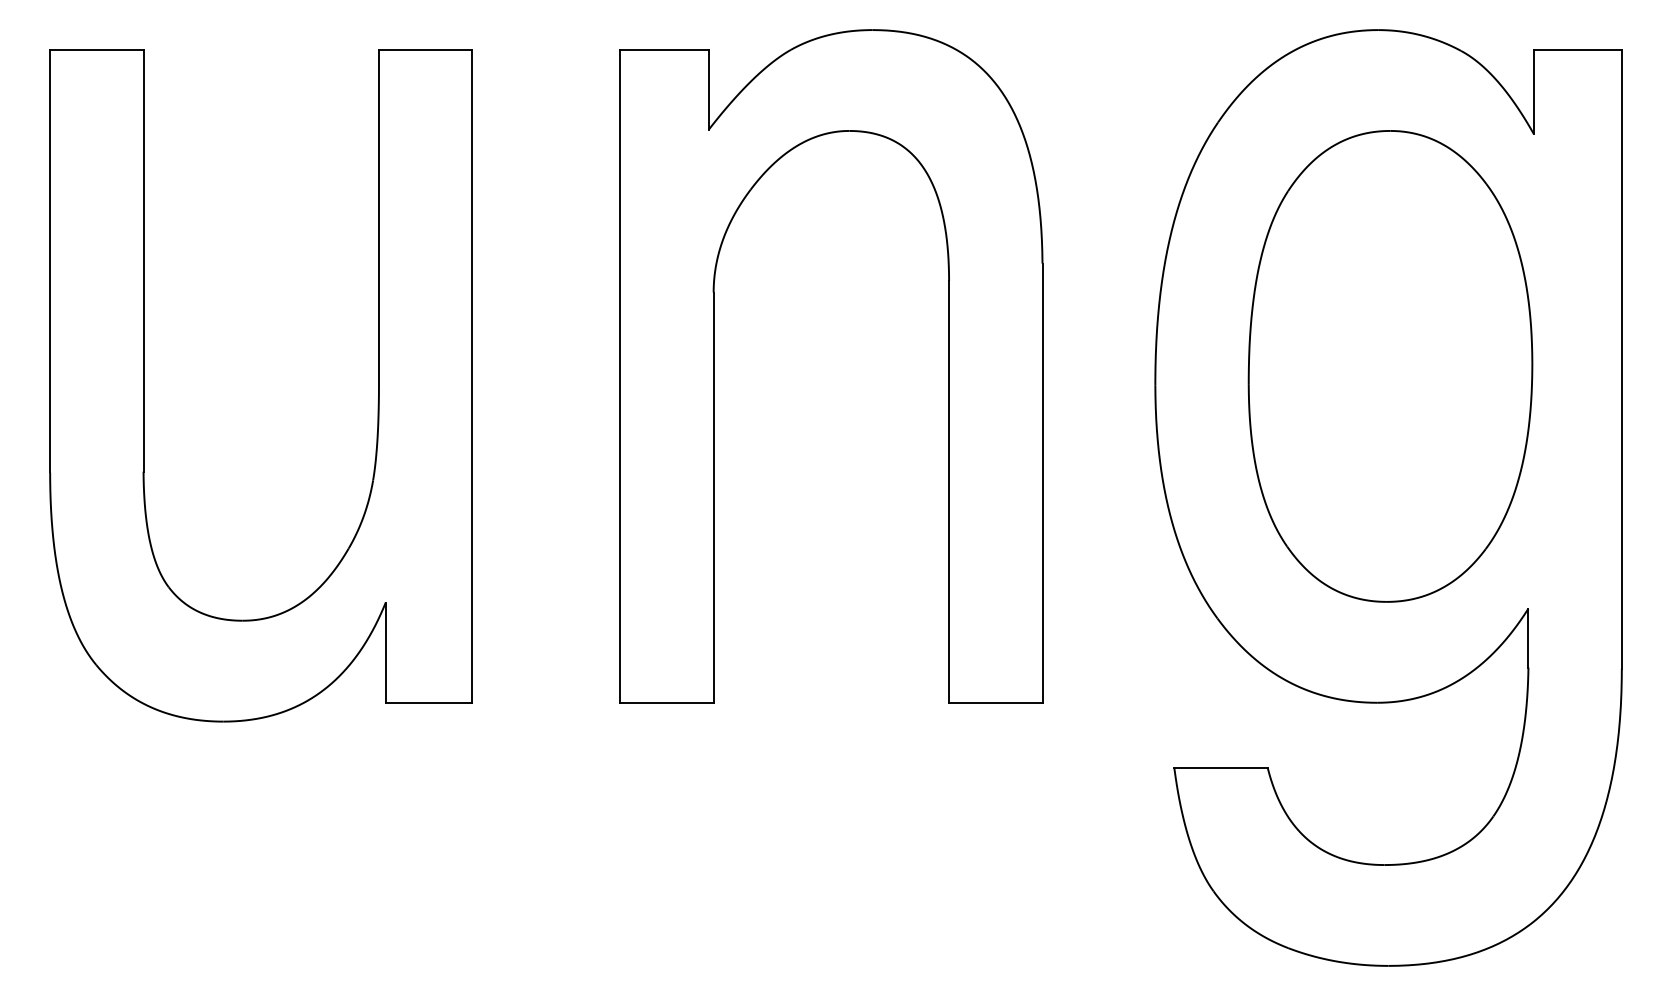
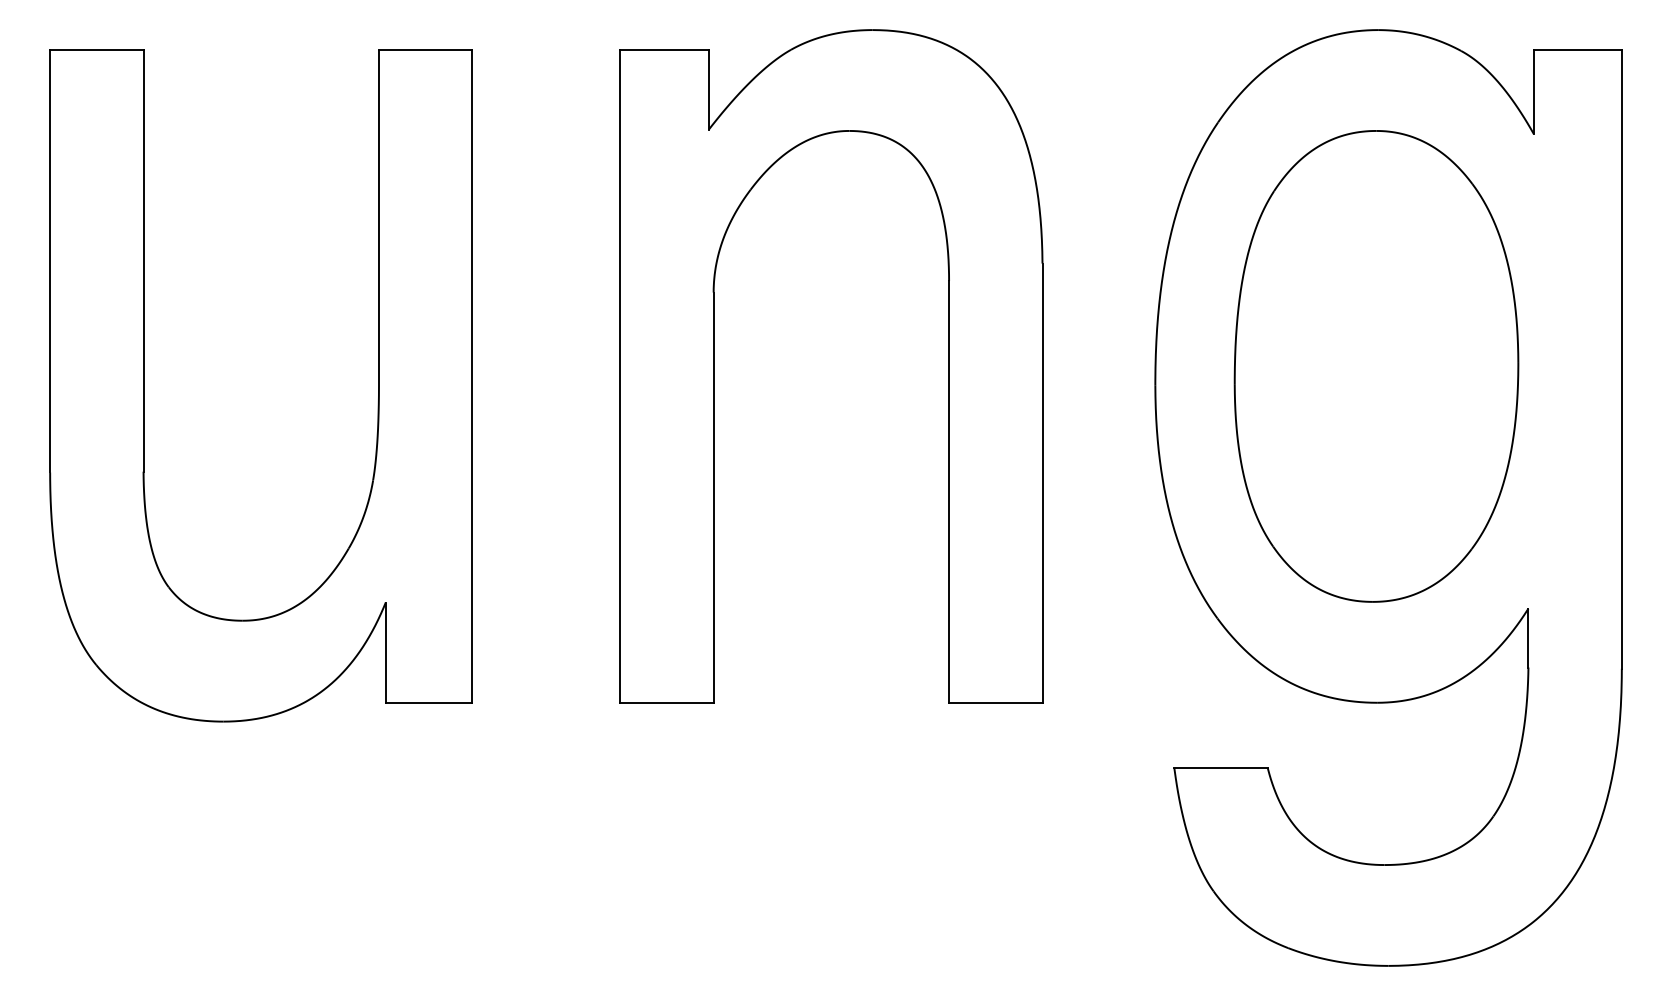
part at (1390, 366) position: (1390, 366) -> (1376, 366)
